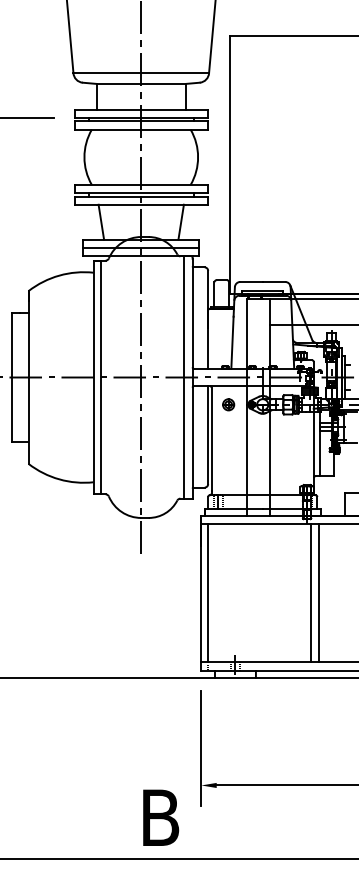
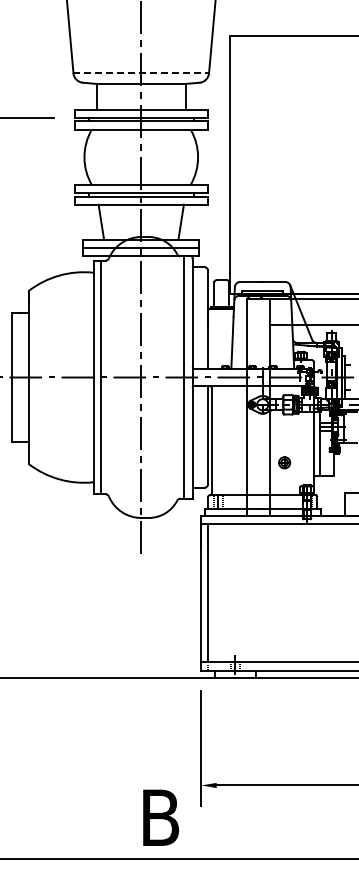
line at (141, 73): solid -> dashed
part at (228, 404) position: (228, 404) -> (284, 462)
line at (310, 593): present -> none
line at (319, 593): present -> none
